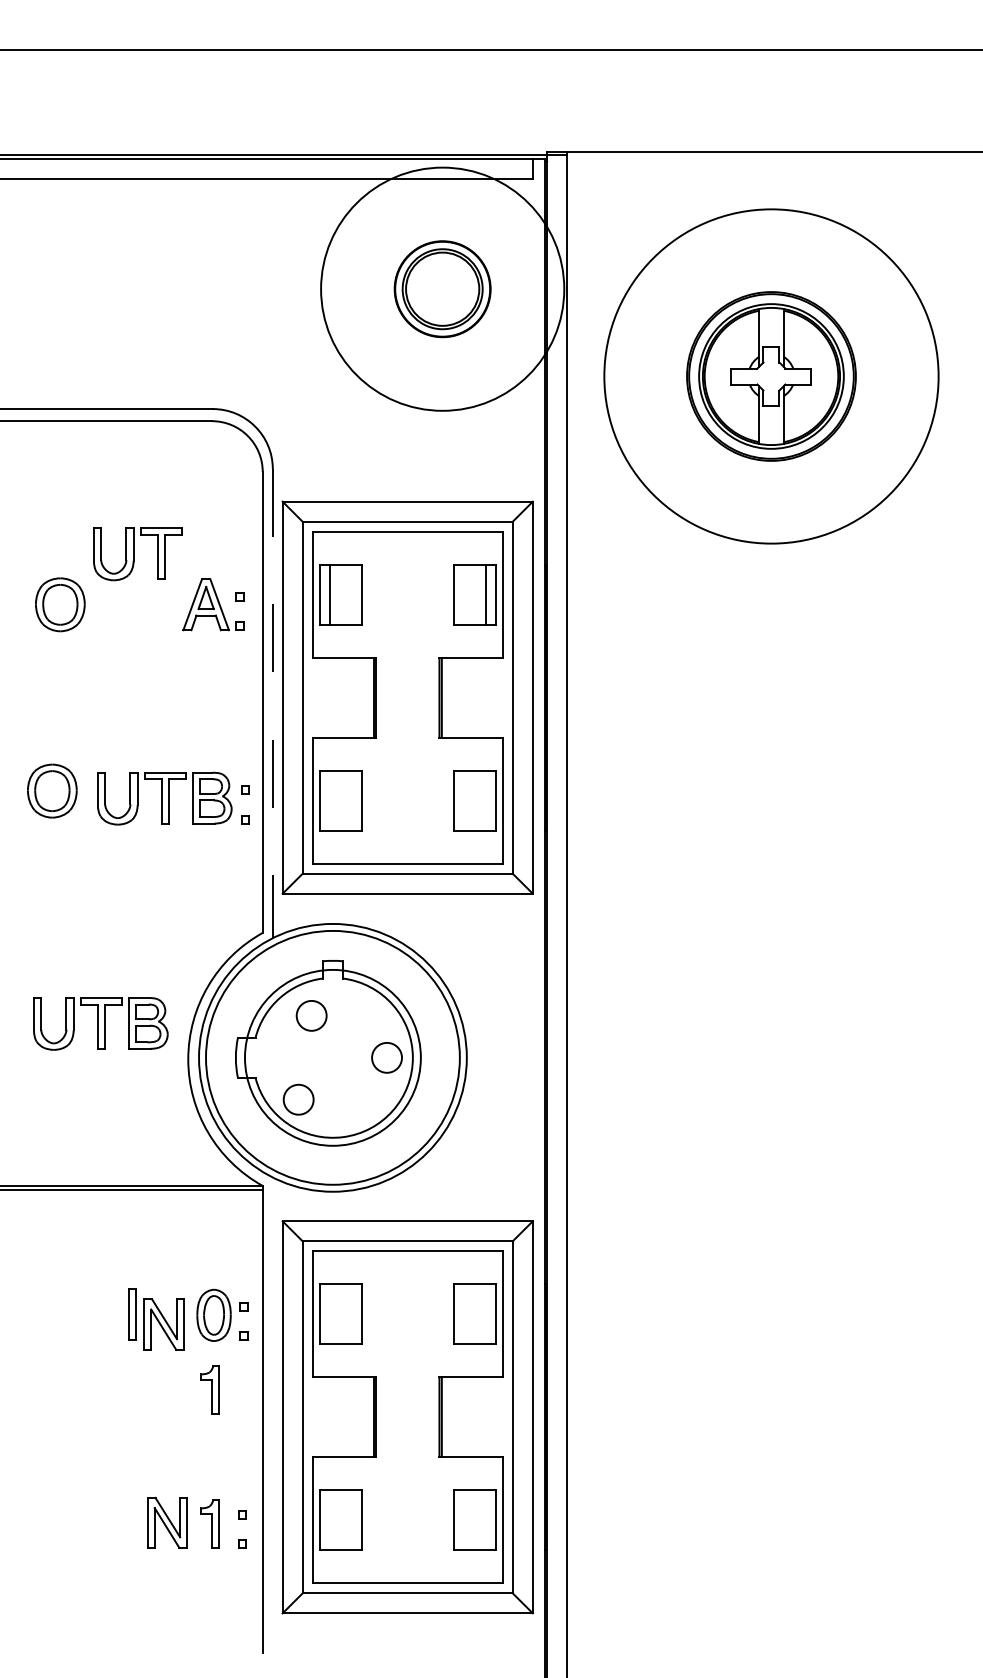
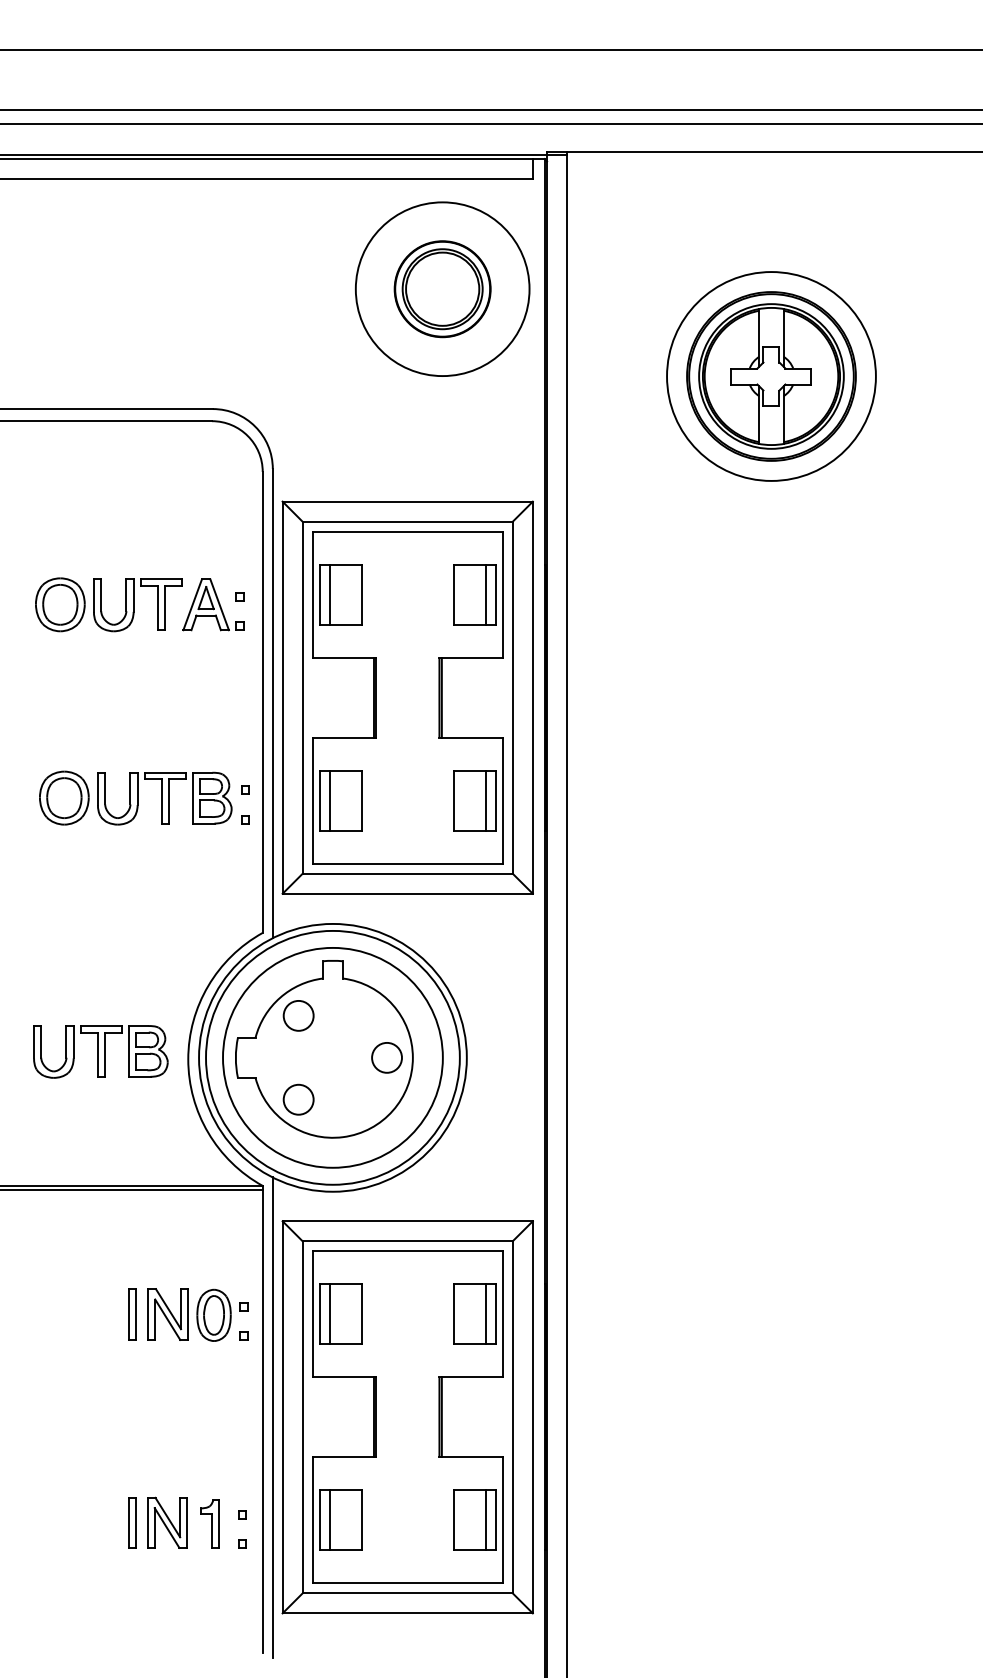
line at (490, 110): none -> present
line at (490, 123): none -> present
circle at (442, 288) diameter: 243 px -> 174 px
circle at (771, 376) diameter: 334 px -> 209 px
part at (137, 554) position: (137, 554) -> (137, 605)
line at (272, 703): dashed -> solid
part at (52, 790) position: (52, 790) -> (64, 797)
line at (329, 800): none -> present
line at (485, 800): none -> present
circle at (311, 1015) position: (311, 1015) -> (298, 1015)
part at (100, 1023) position: (100, 1023) -> (100, 1051)
circle at (332, 1057) diameter: 176 px -> 220 px
line at (329, 1314): none -> present
line at (485, 1314): none -> present
part at (163, 1324) position: (163, 1324) -> (167, 1314)
part at (209, 1389): present -> none
line at (272, 1417): none -> present
line at (329, 1520): none -> present
line at (485, 1520): none -> present
part at (132, 1522): none -> present
